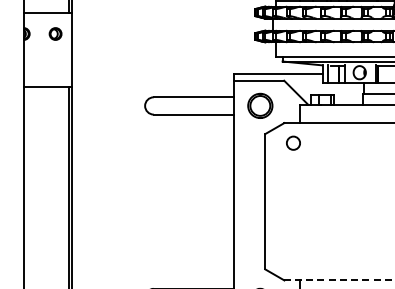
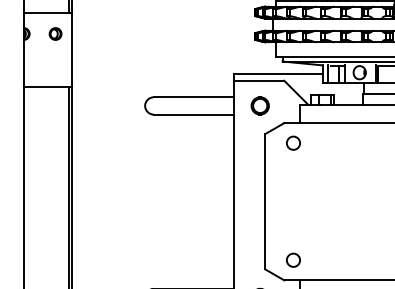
part at (260, 105) size: 27x27 px -> 20x20 px
circle at (293, 259): none -> present
line at (339, 280): dashed -> solid
